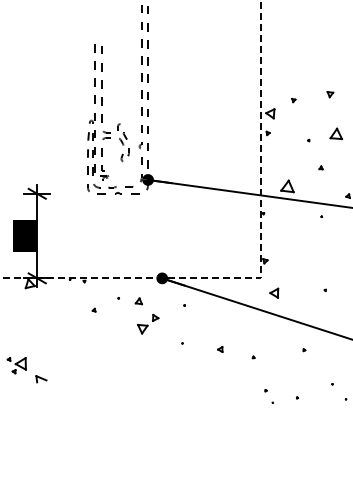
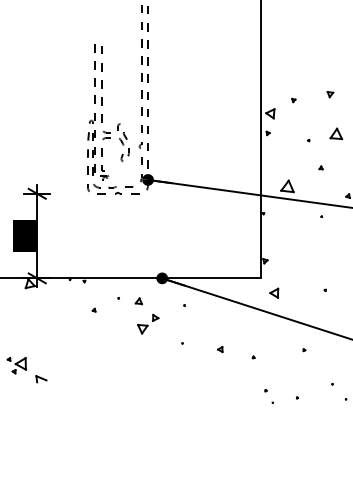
line at (261, 270): dashed -> solid
